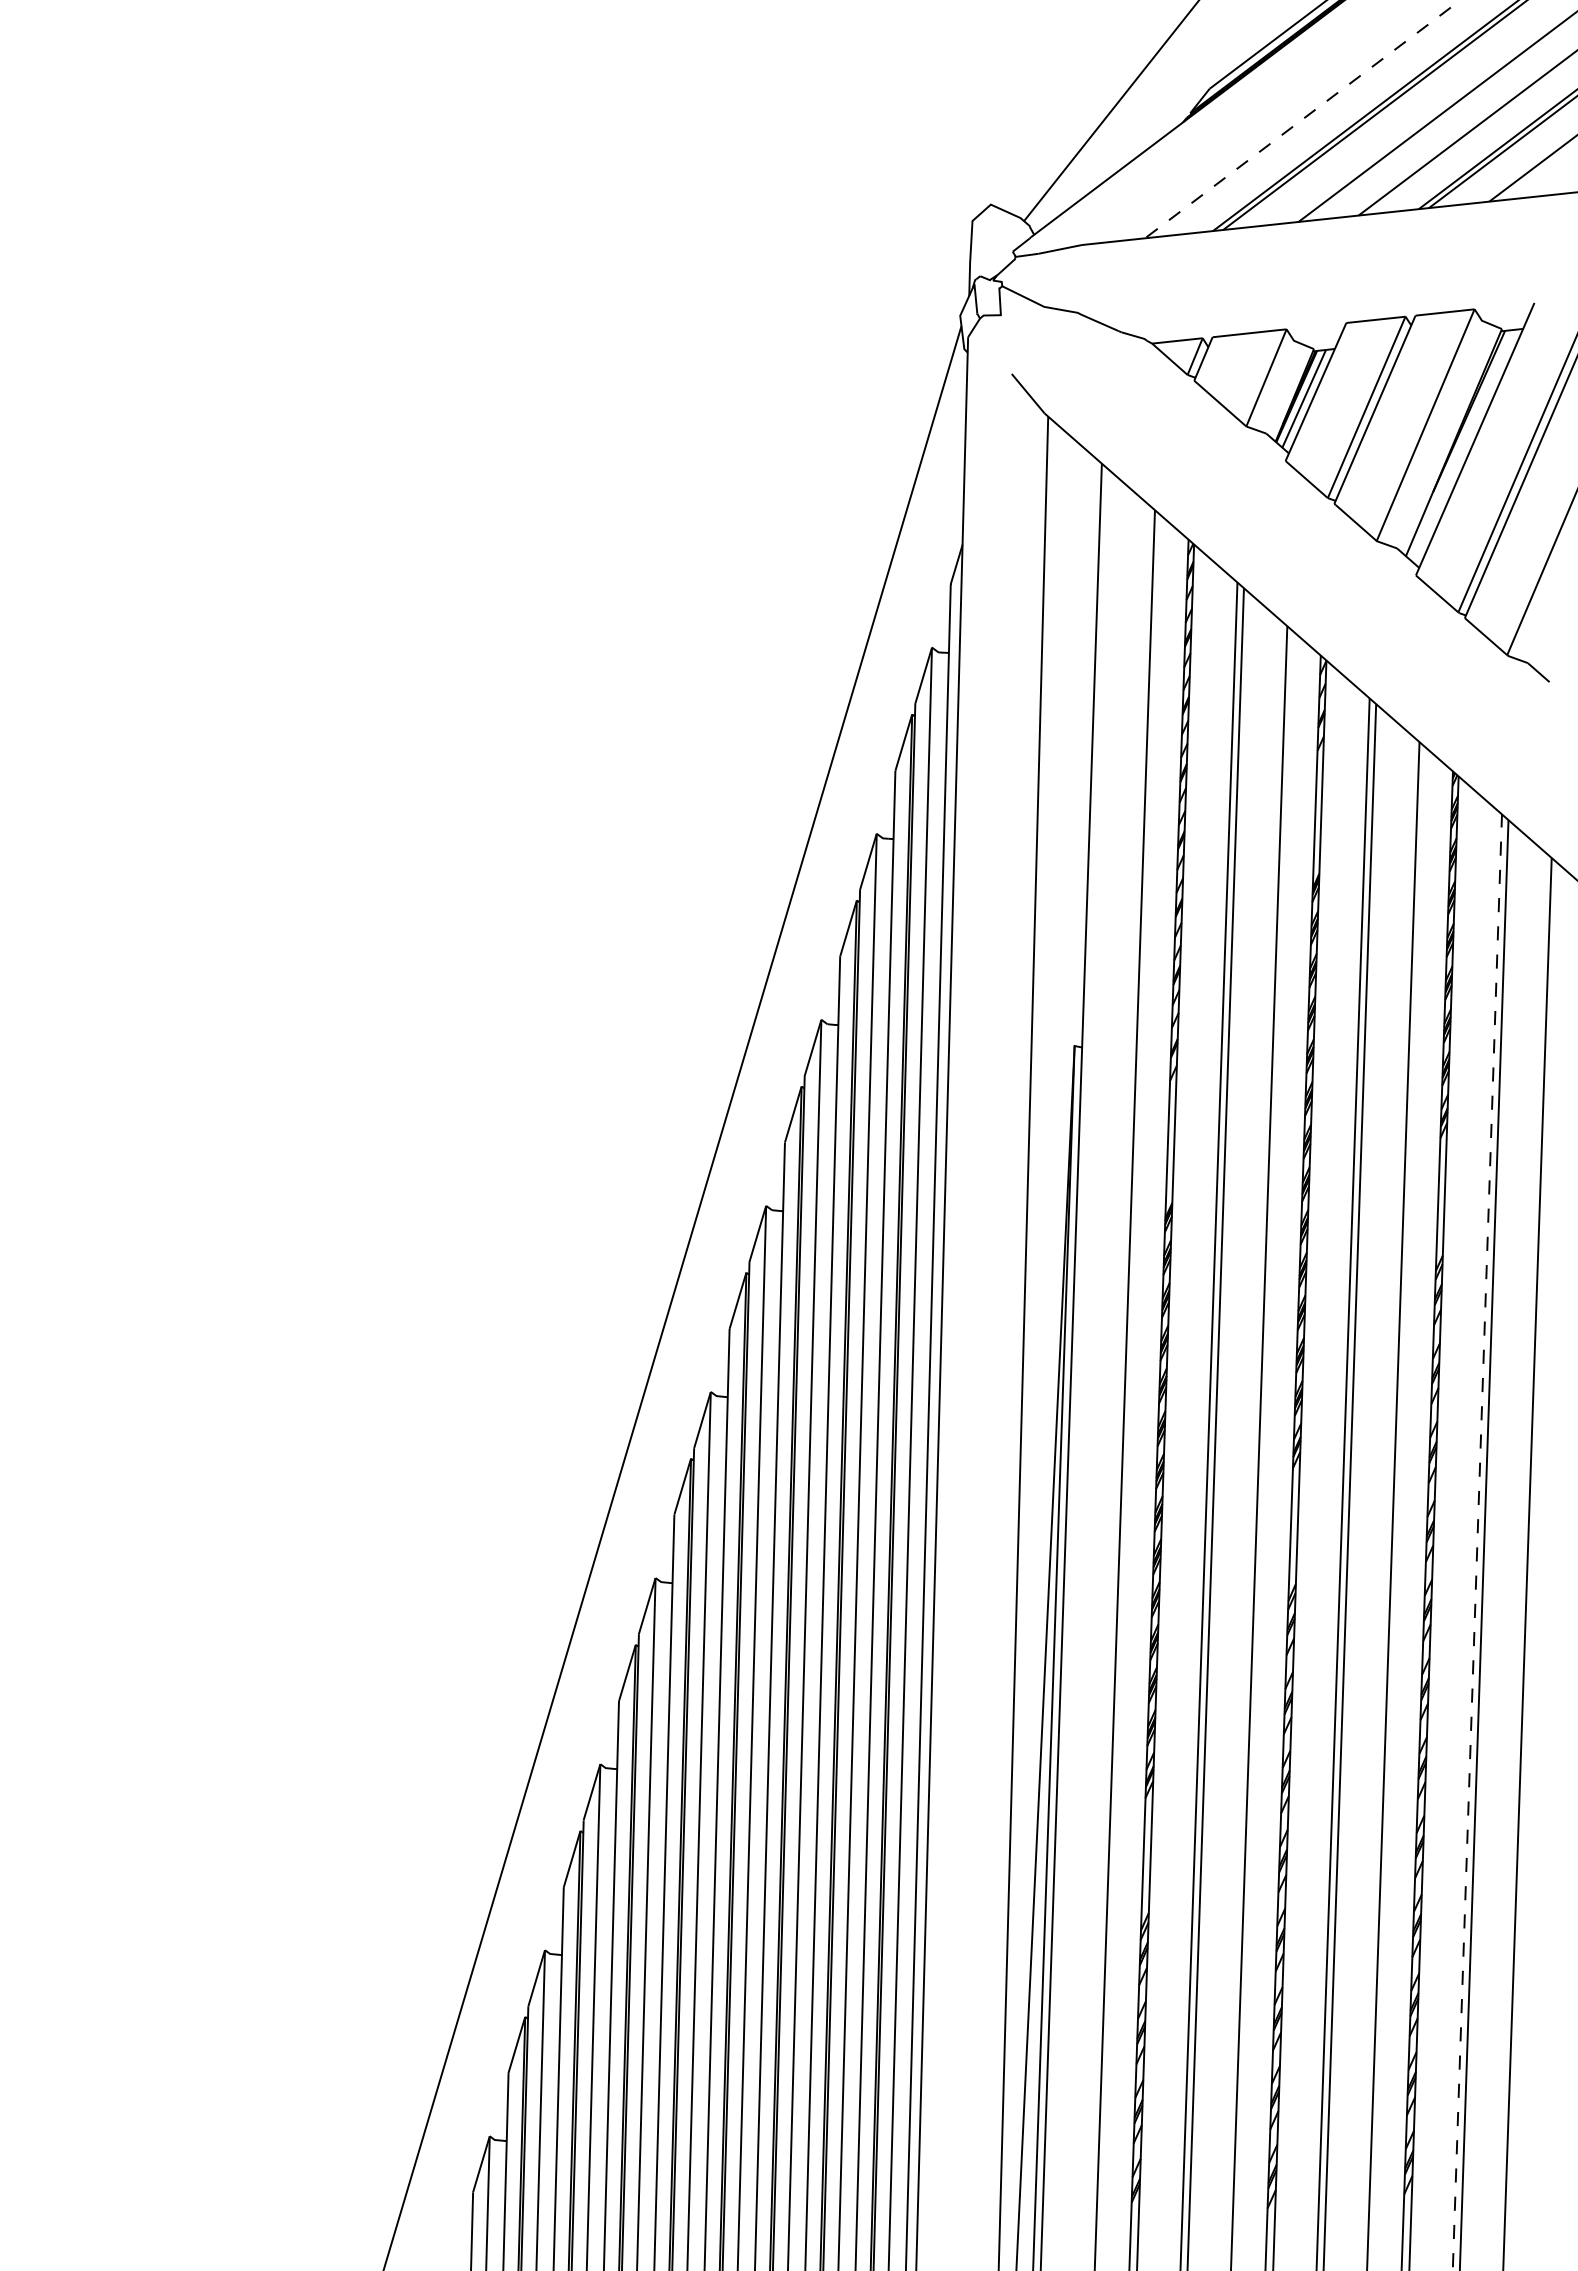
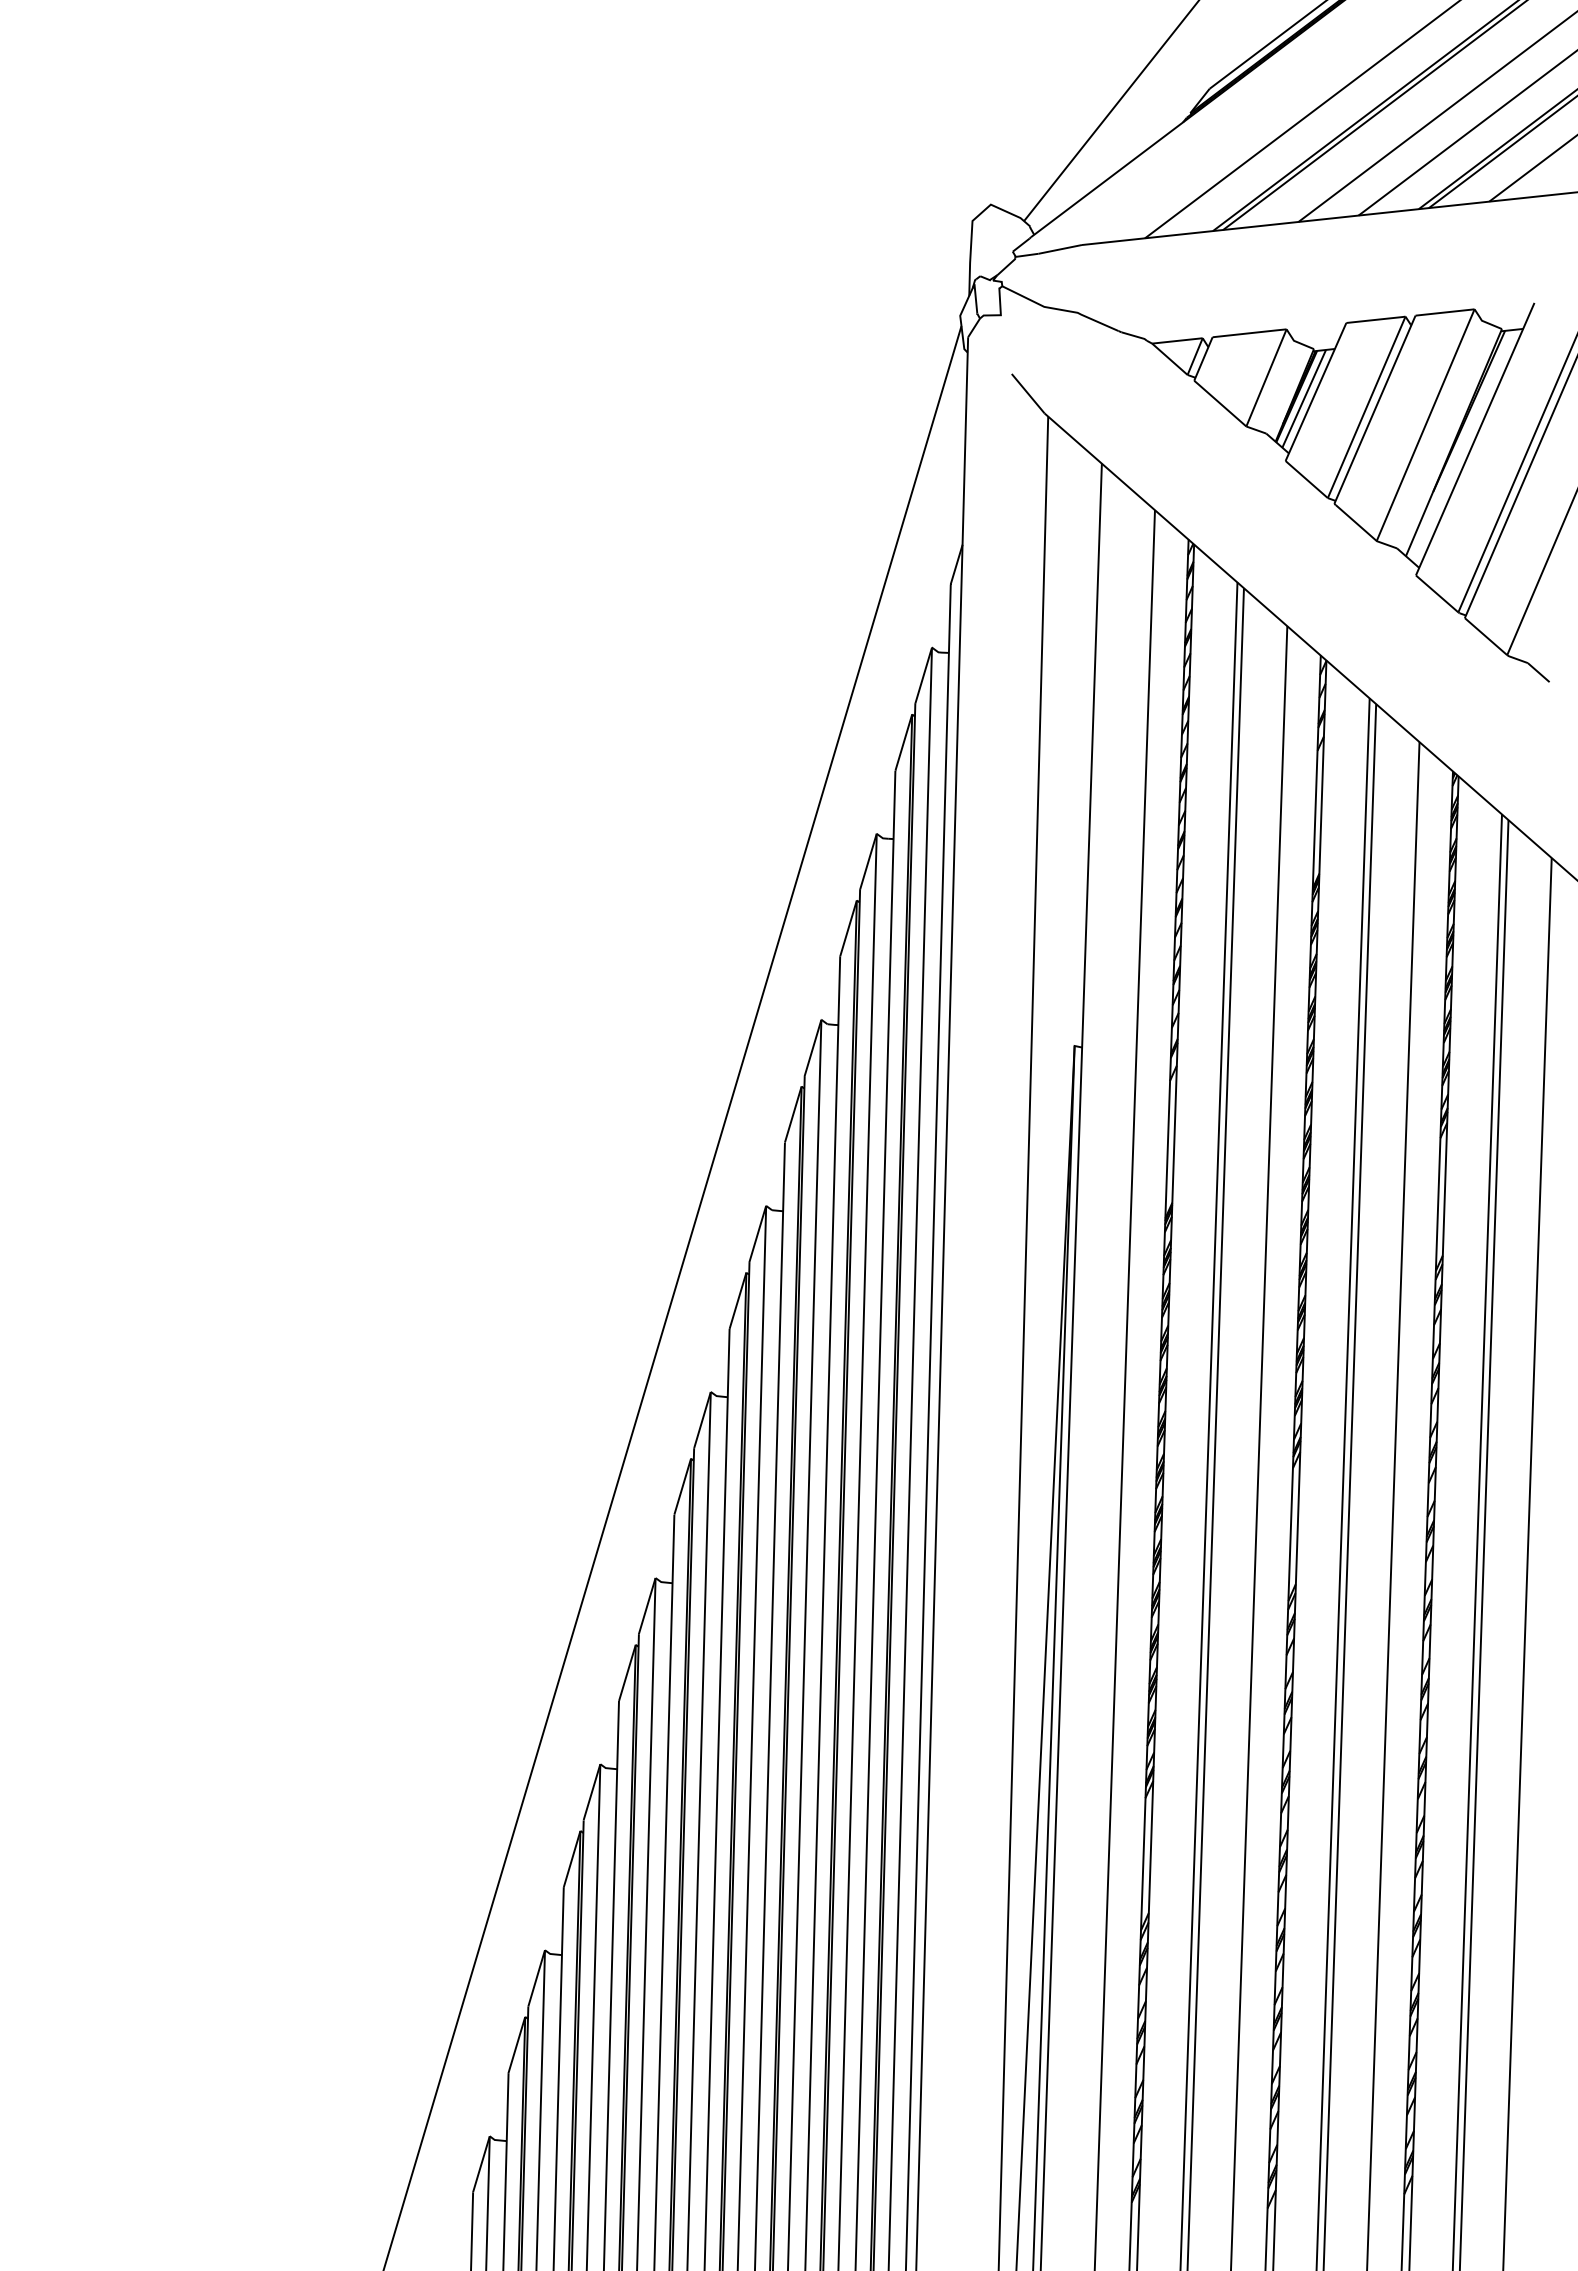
line at (1302, 119): dashed -> solid
line at (1477, 1541): dashed -> solid
